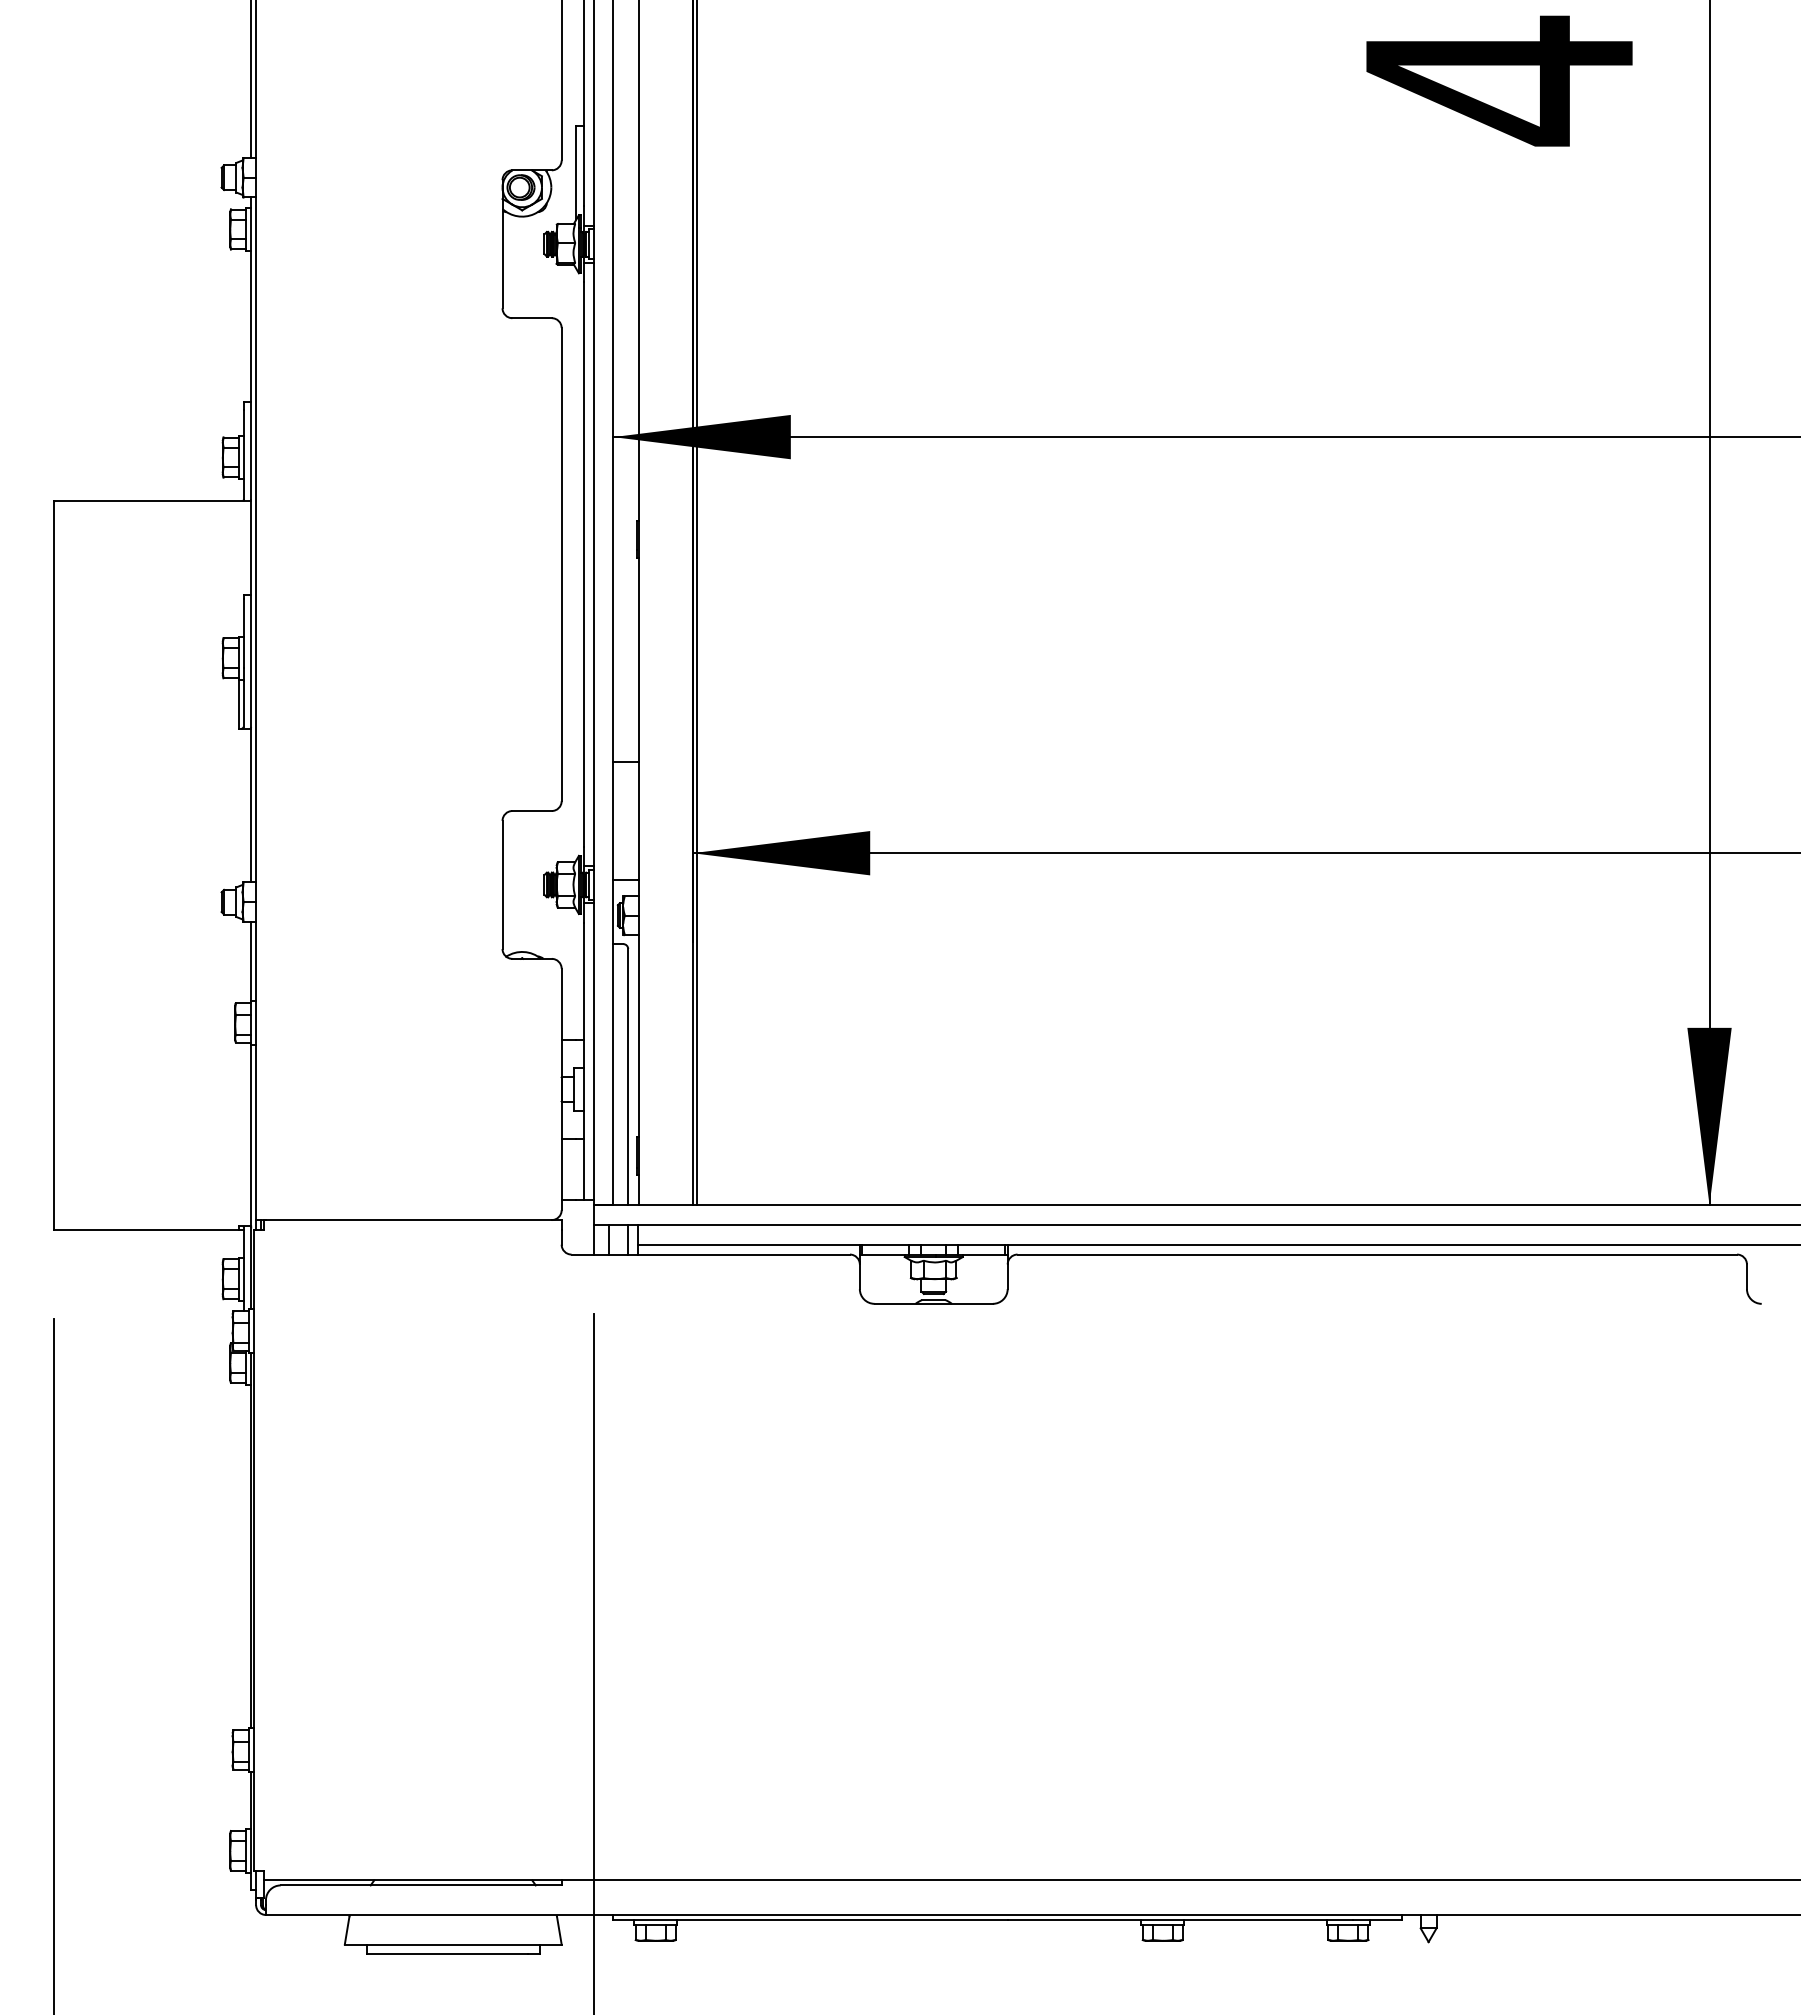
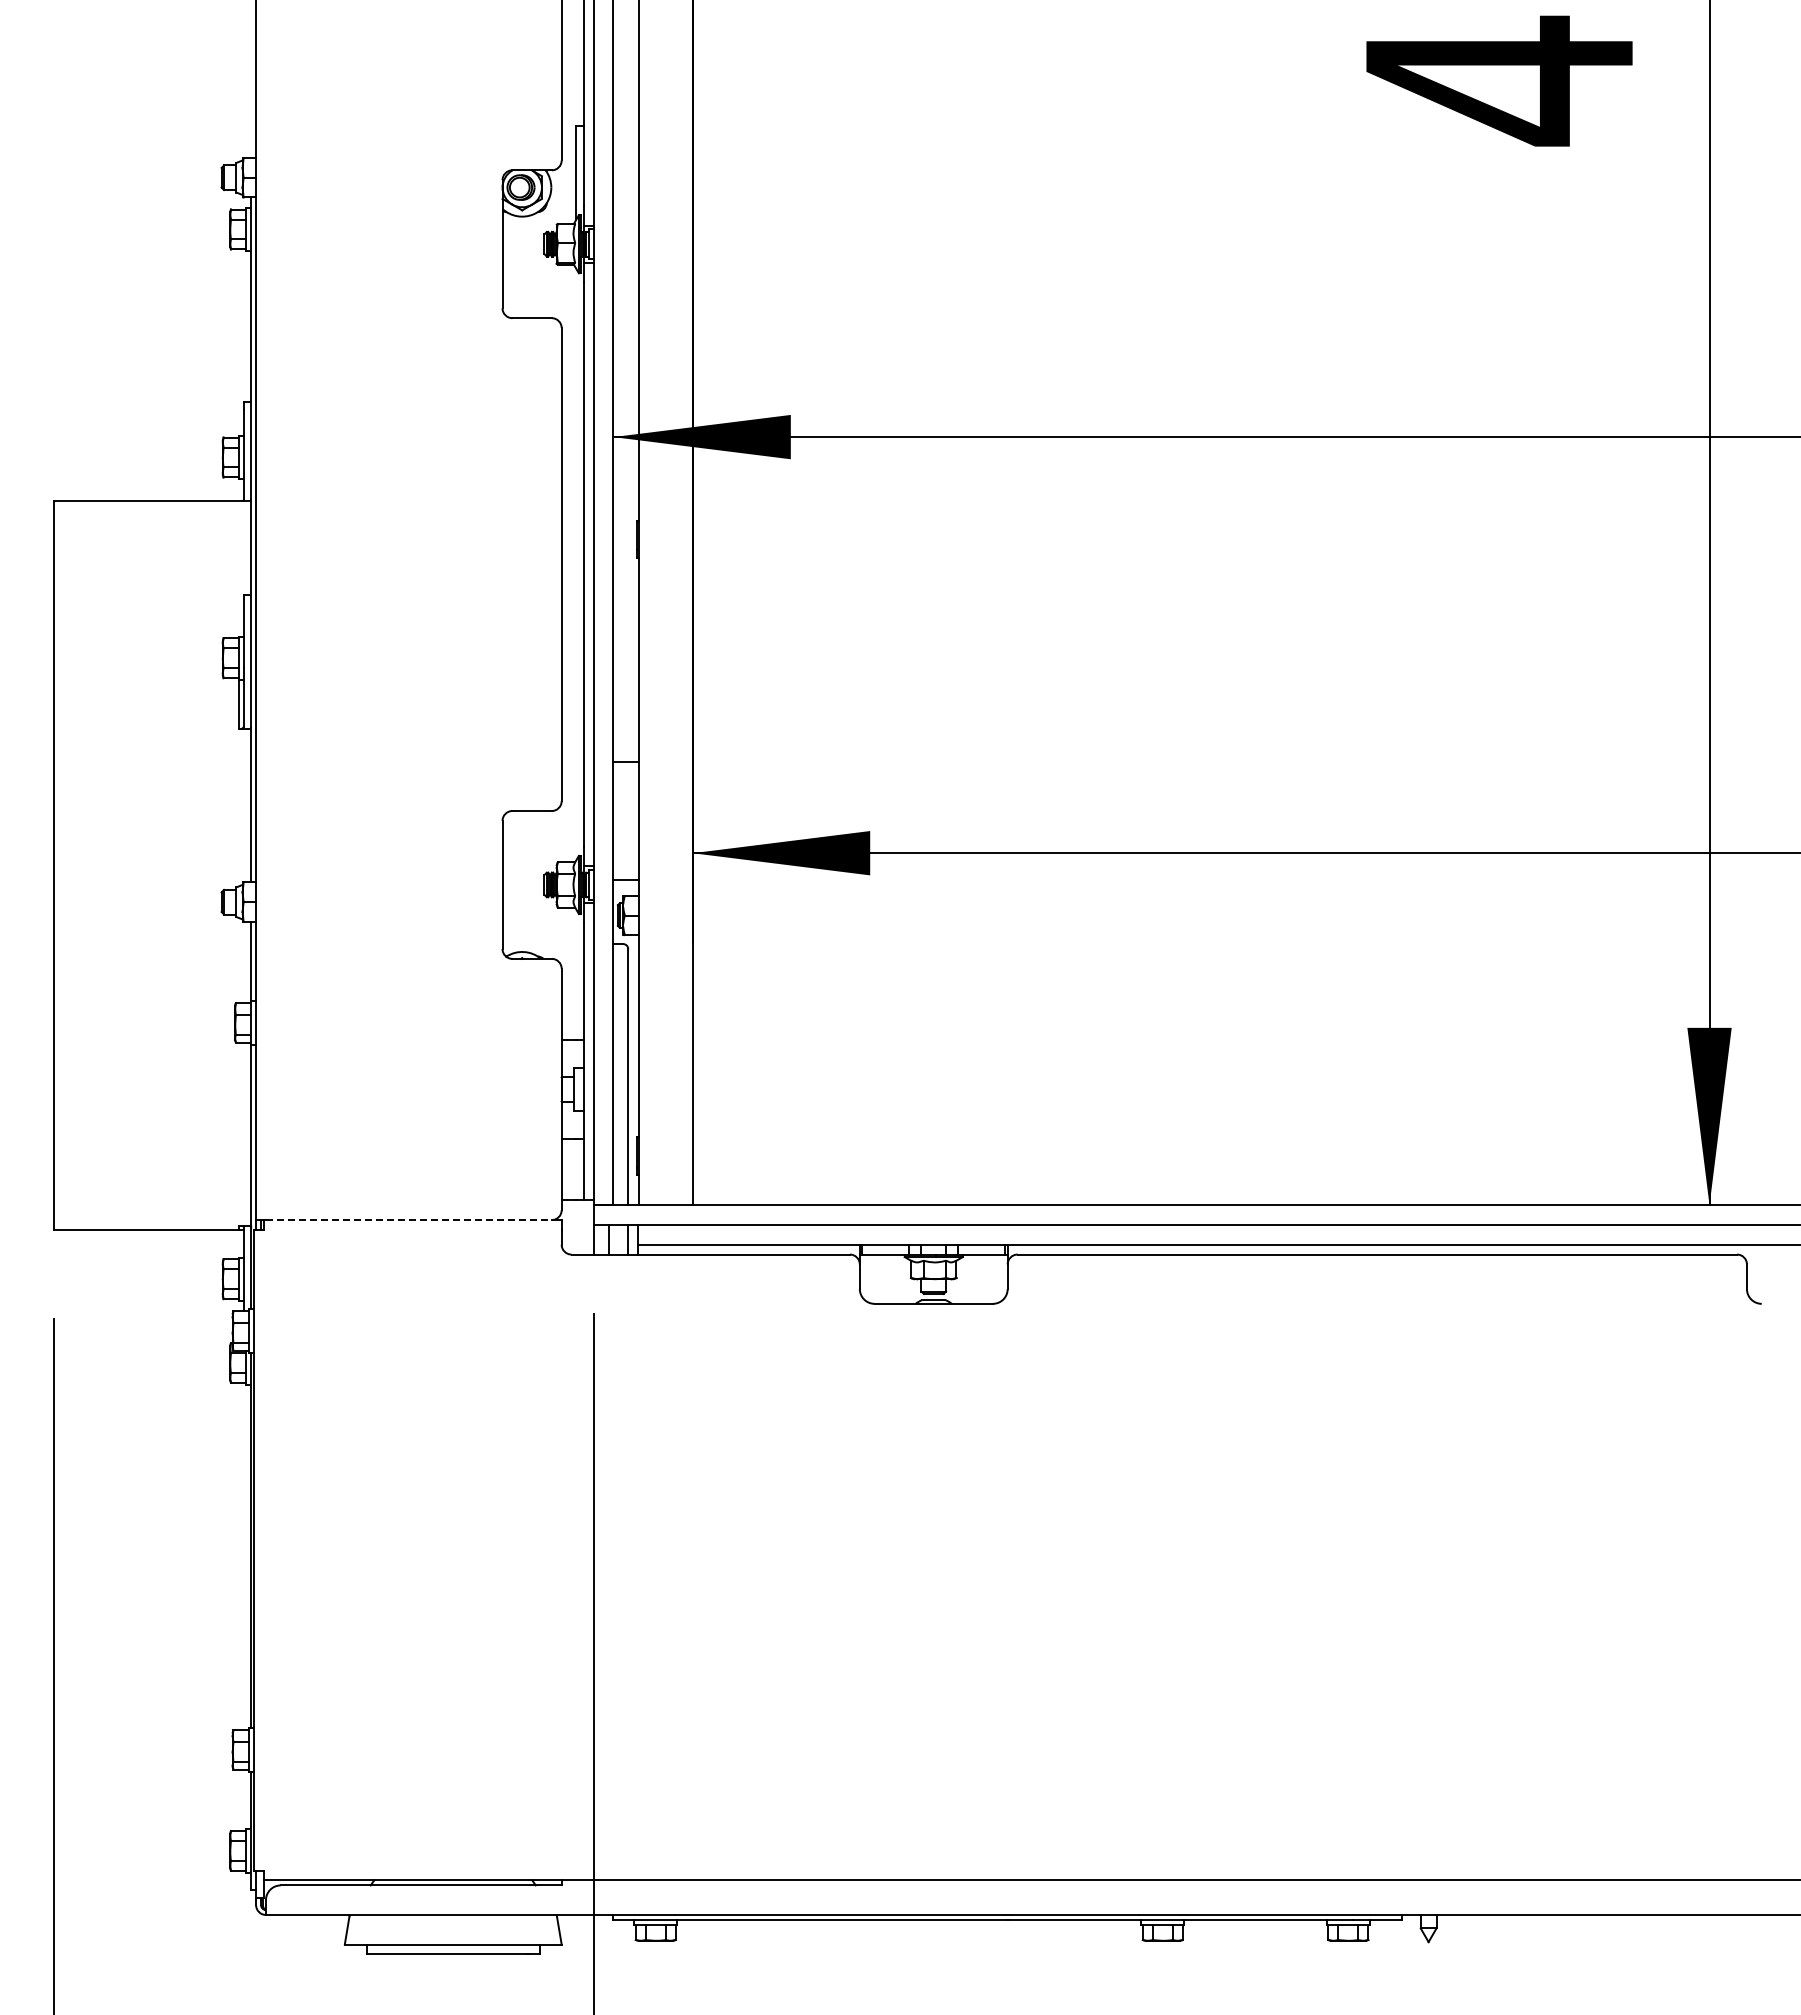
line at (251, 80): present -> none
line at (697, 603): present -> none
line at (408, 1220): solid -> dashed
